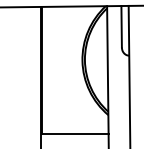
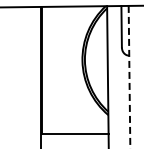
line at (129, 77): solid -> dashed
